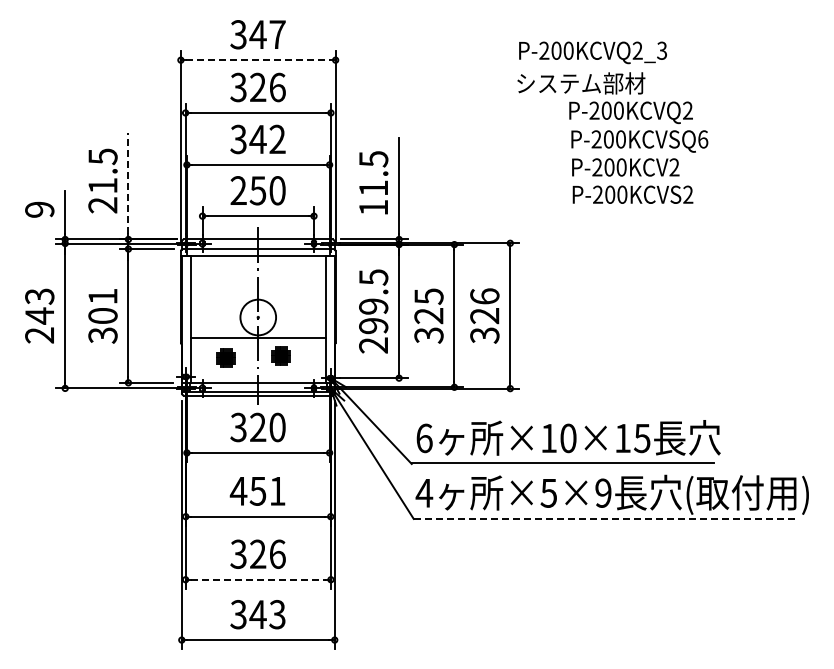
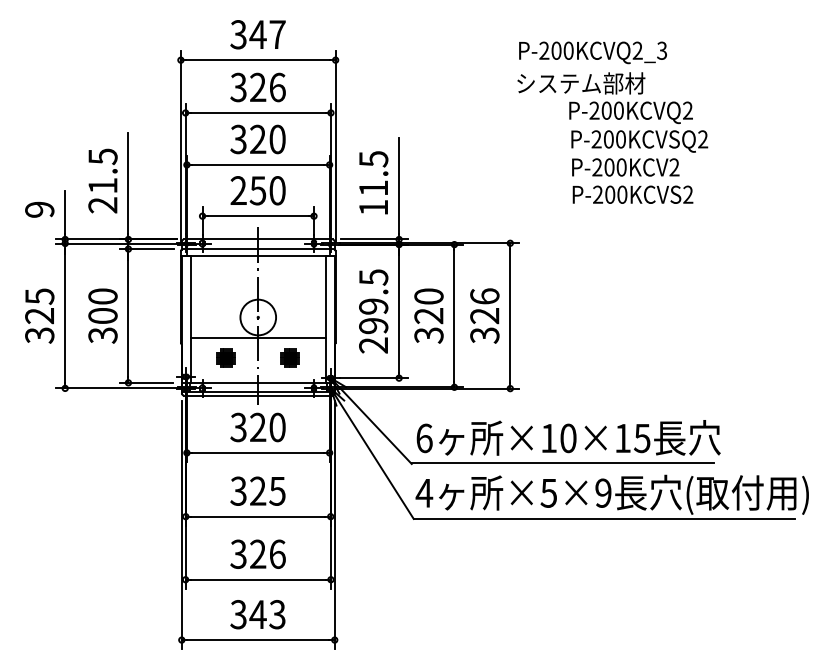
line at (258, 60): dashed -> solid
text at (267, 139): 342 -> 320
text at (703, 139): P-200KCVSQ6 -> P-200KCVSQ2
line at (128, 183): dashed -> solid
text at (102, 296): 301 -> 300
text at (428, 296): 325 -> 320
text at (39, 315): 243 -> 325
part at (280, 355) position: (280, 355) -> (289, 357)
text at (257, 490): 451 -> 325
line at (604, 518): dashed -> solid
line at (258, 579): dashed -> solid
